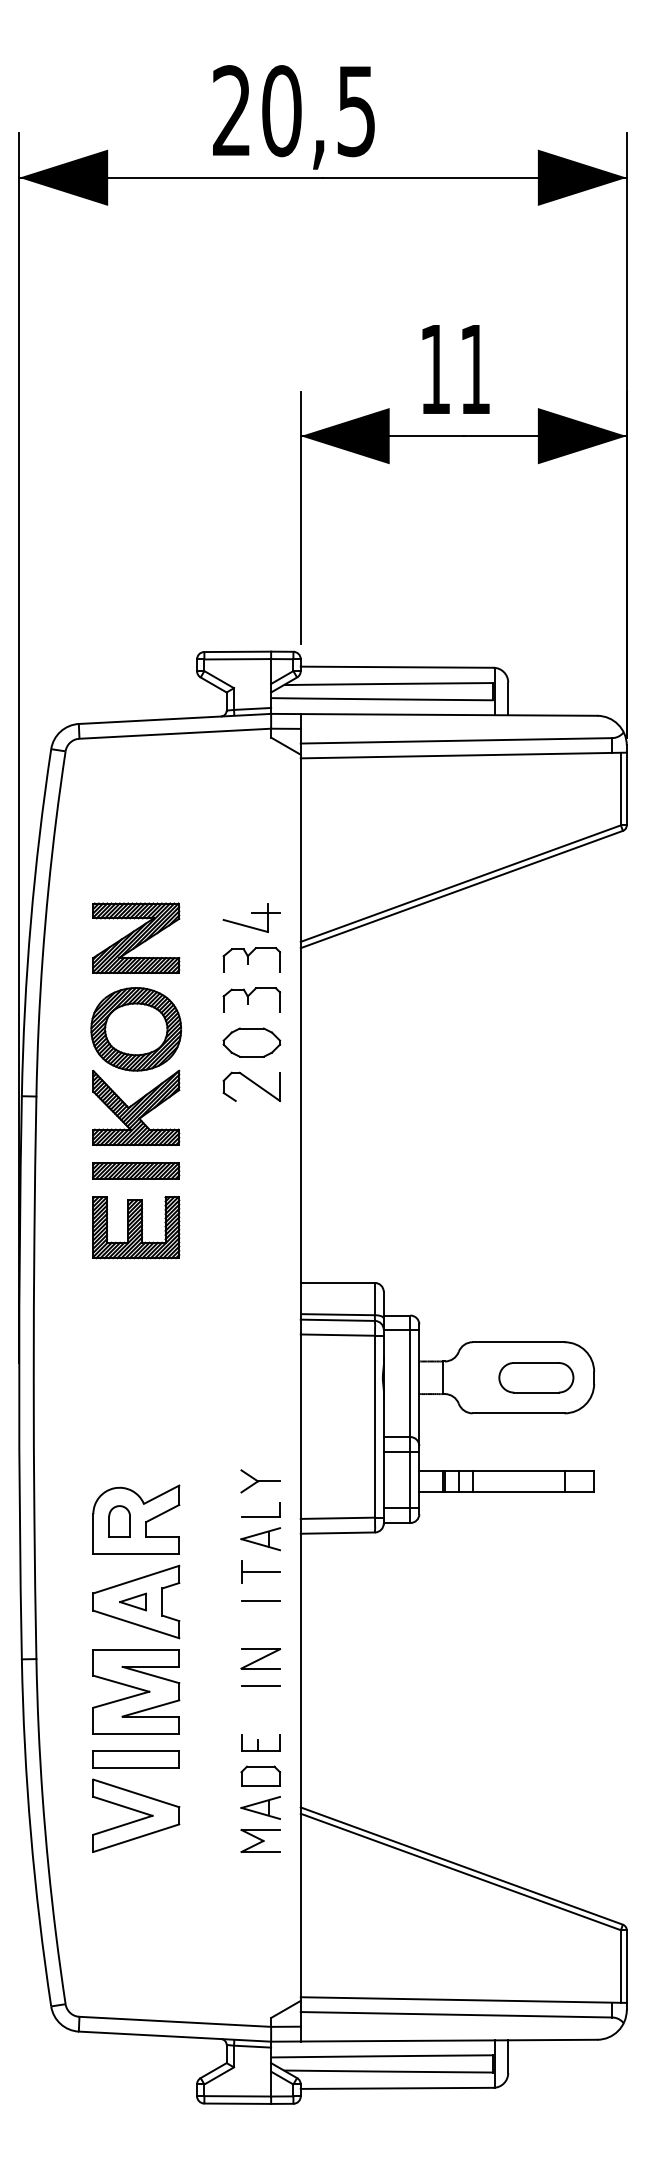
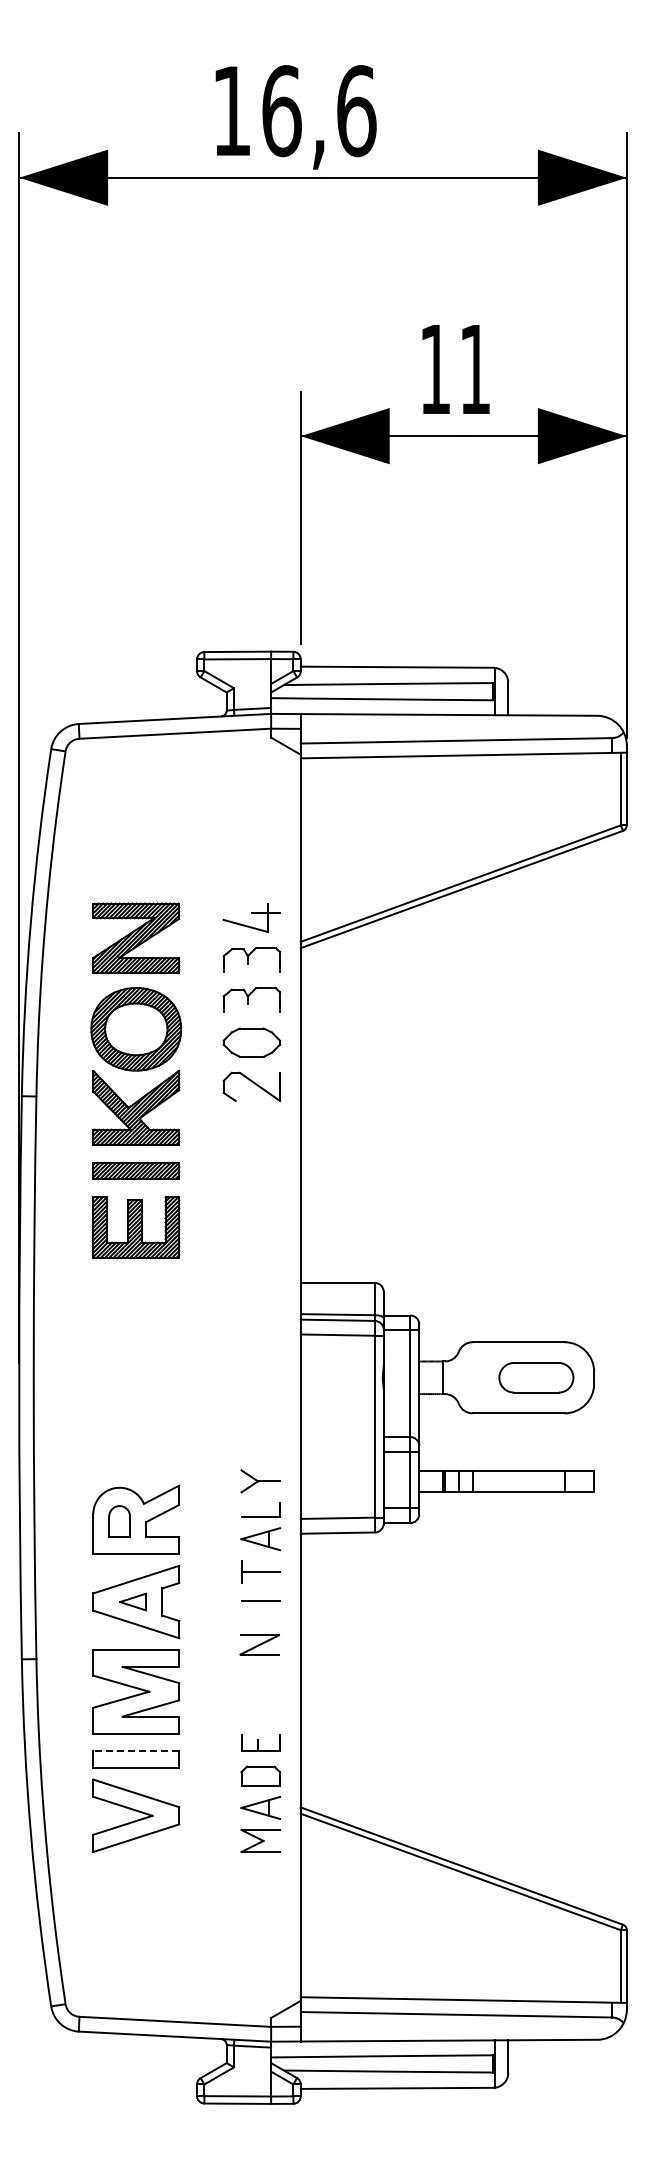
text at (294, 111): 20,5 -> 16,6
part at (260, 1658) position: (260, 1658) -> (259, 1644)
line at (260, 1685): present -> none
line at (136, 1750): solid -> dashed
